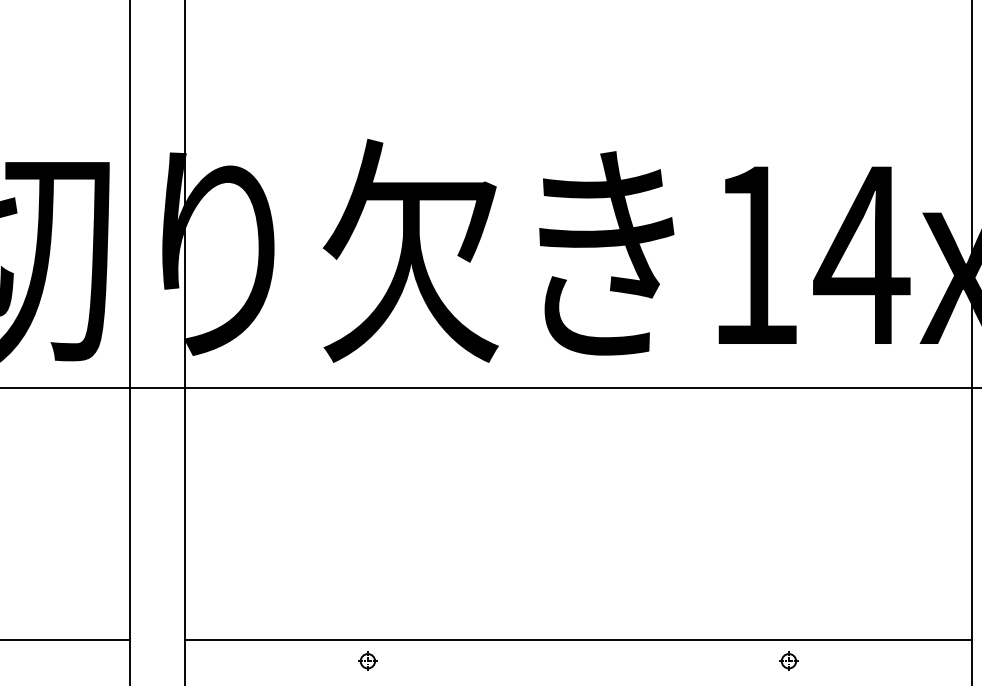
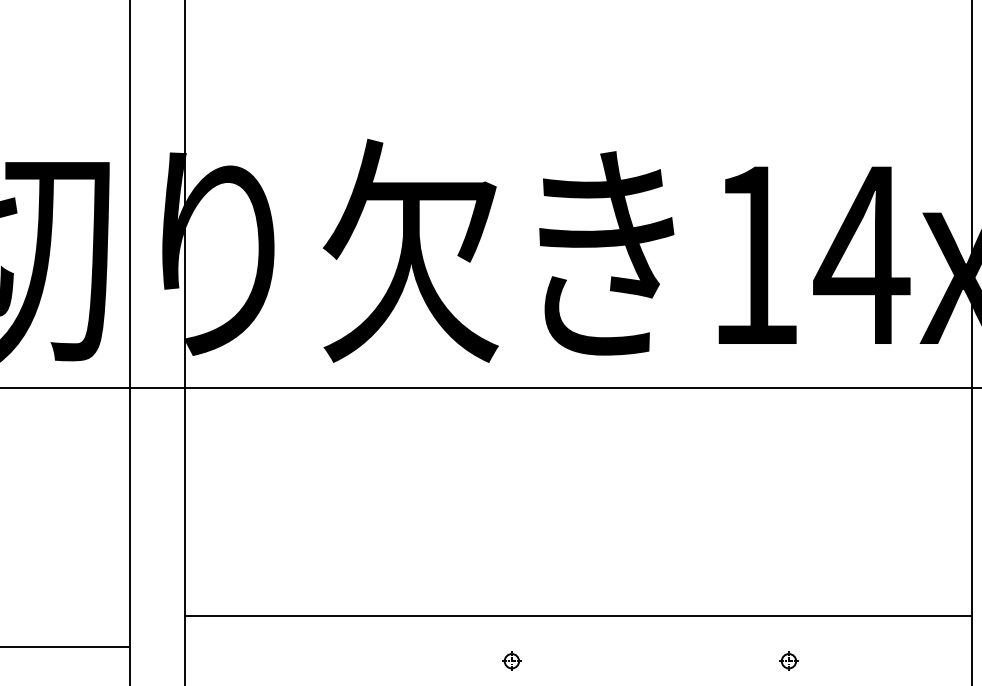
line at (65, 640) position: (65, 640) -> (65, 647)
line at (578, 640) position: (578, 640) -> (578, 616)
part at (367, 660) position: (367, 660) -> (511, 660)
